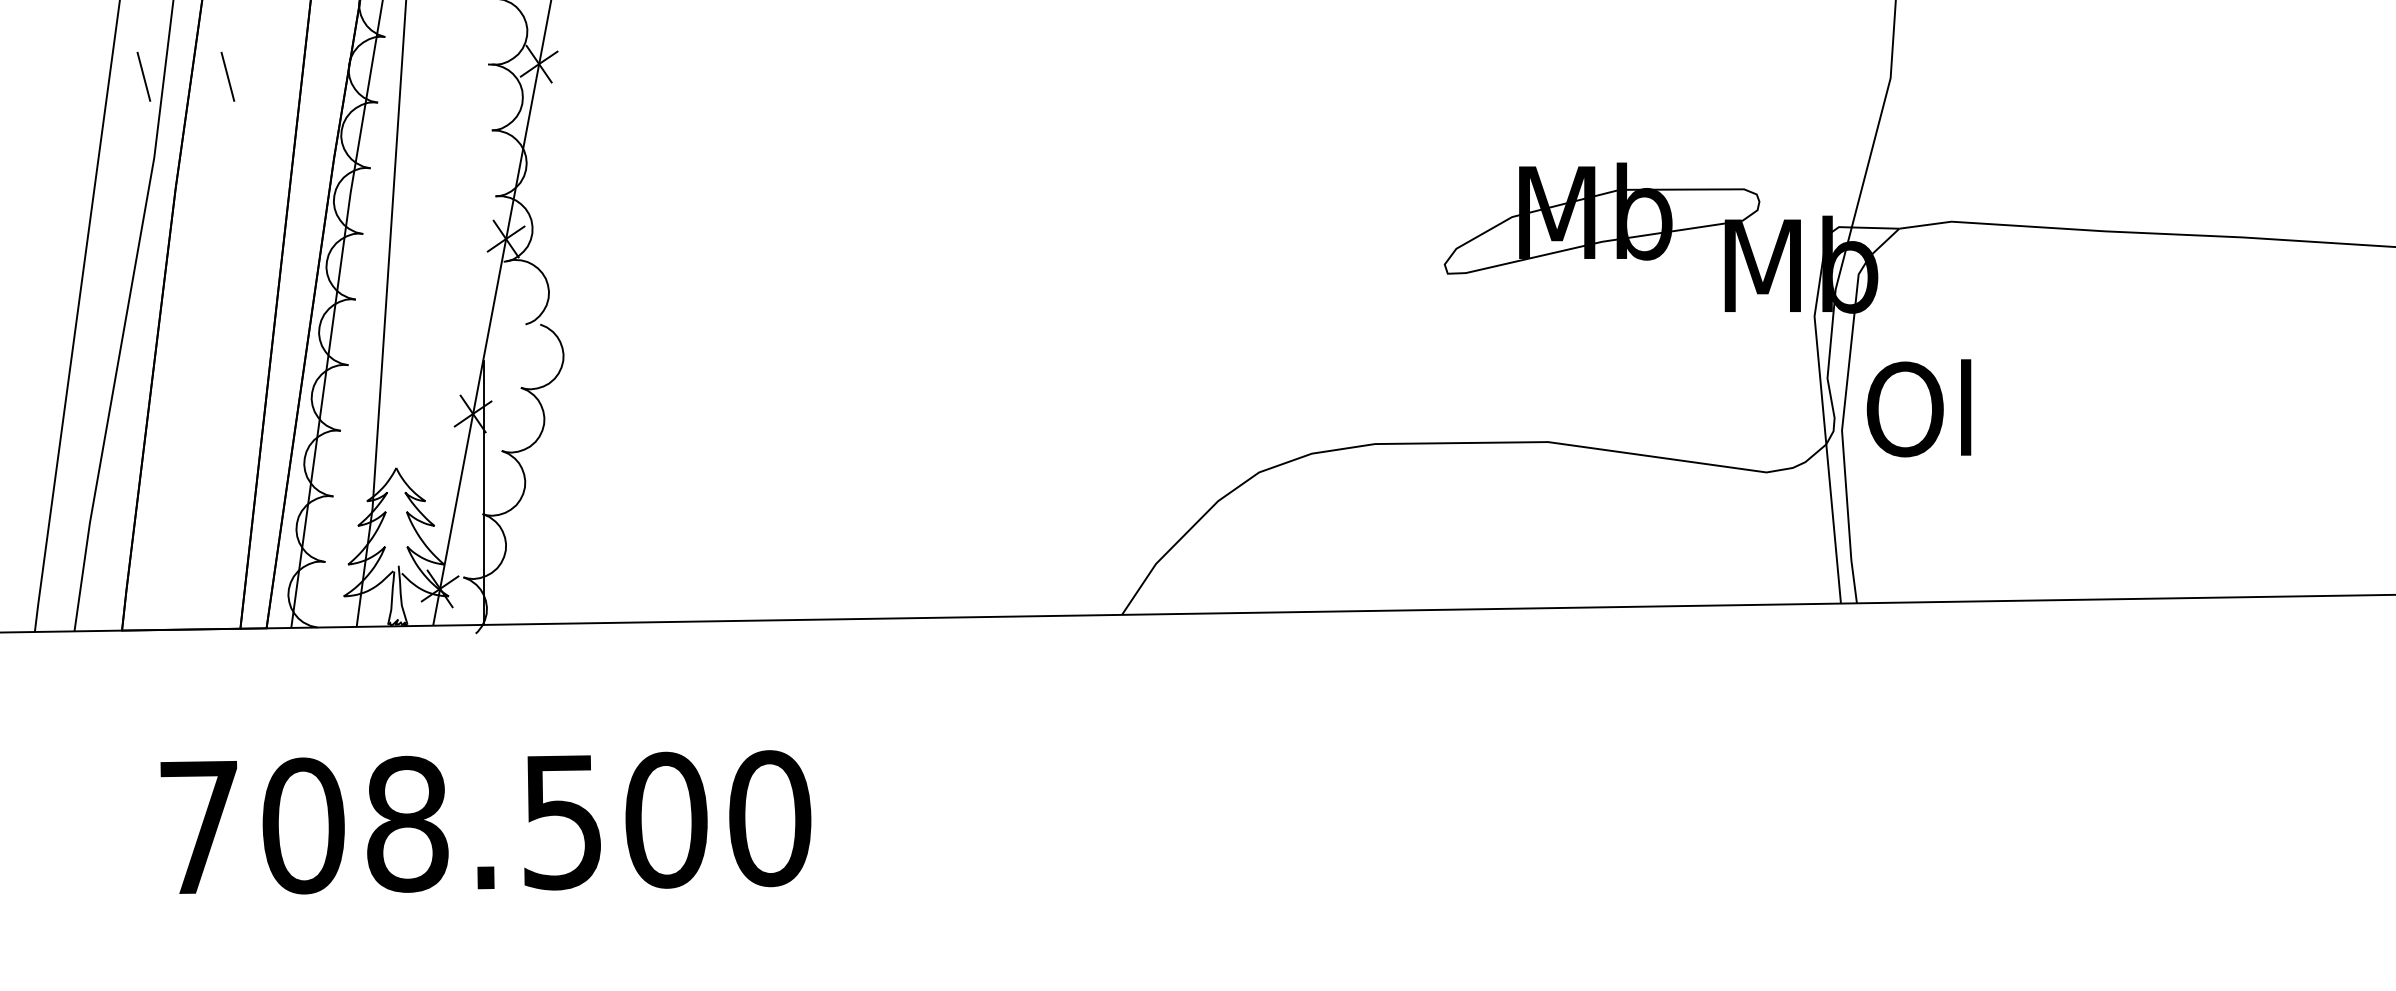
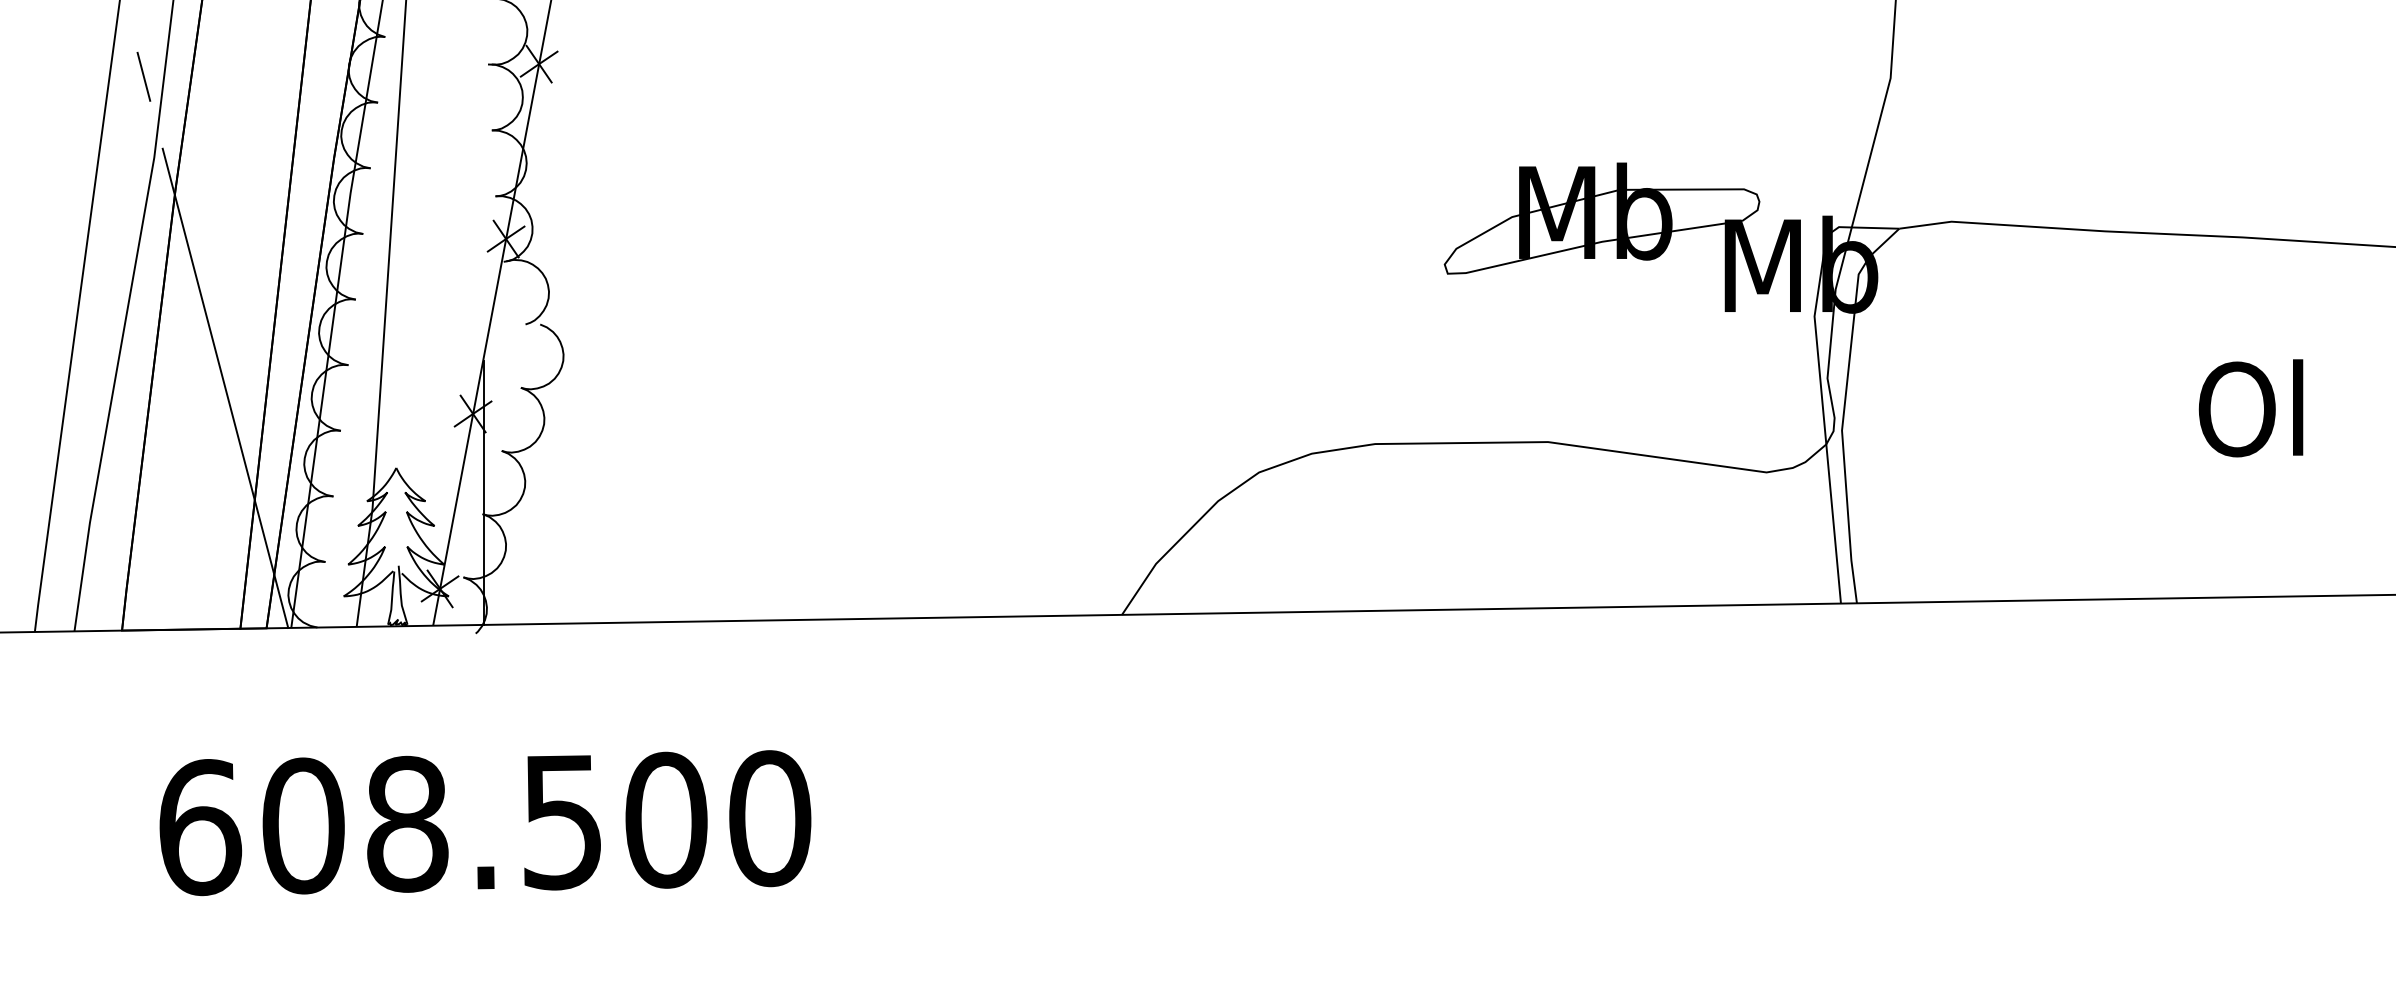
line at (227, 76): present -> none
line at (225, 387): none -> present
text at (1918, 408) position: (1918, 408) -> (2250, 408)
text at (200, 827): 708.500 -> 608.500
